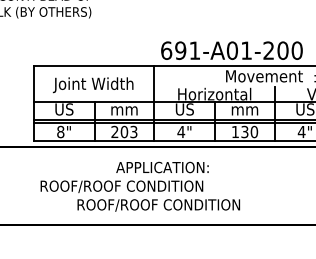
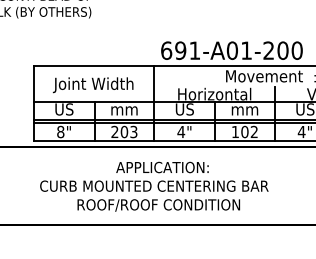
text at (249, 132): 130 -> 102
text at (154, 186): ROOF/ROOF CONDITION -> CURB MOUNTED CENTERING BAR
